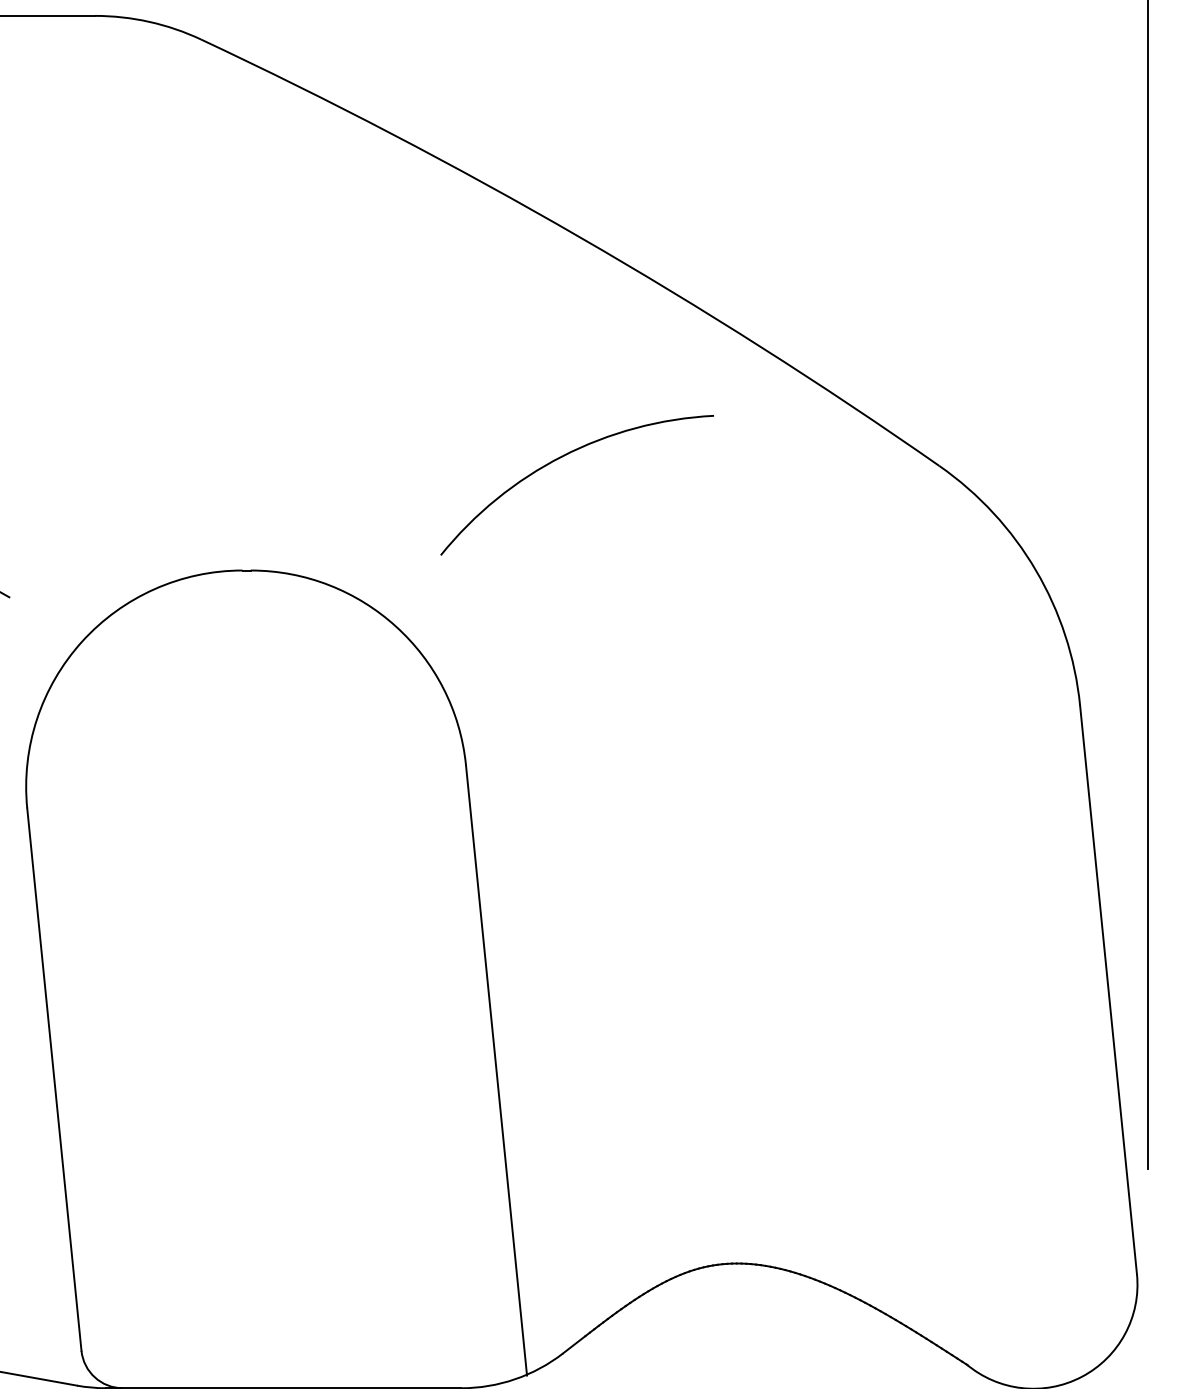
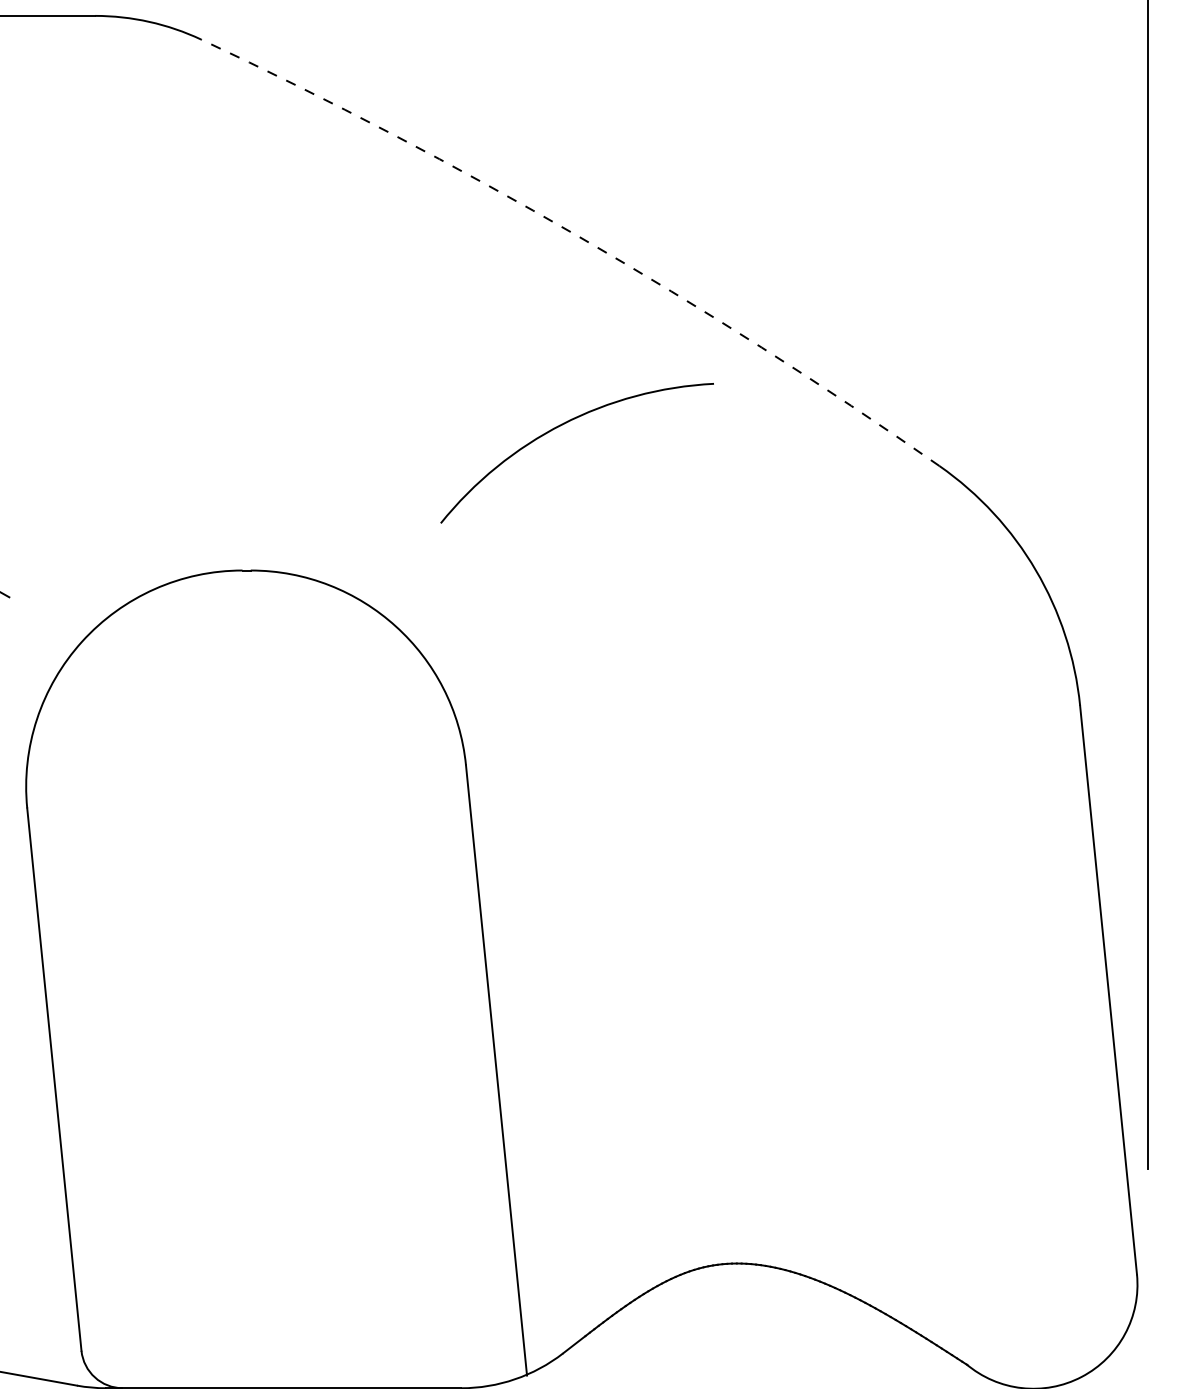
arc at (579, 236): solid -> dashed
arc at (562, 457) position: (562, 457) -> (562, 425)
